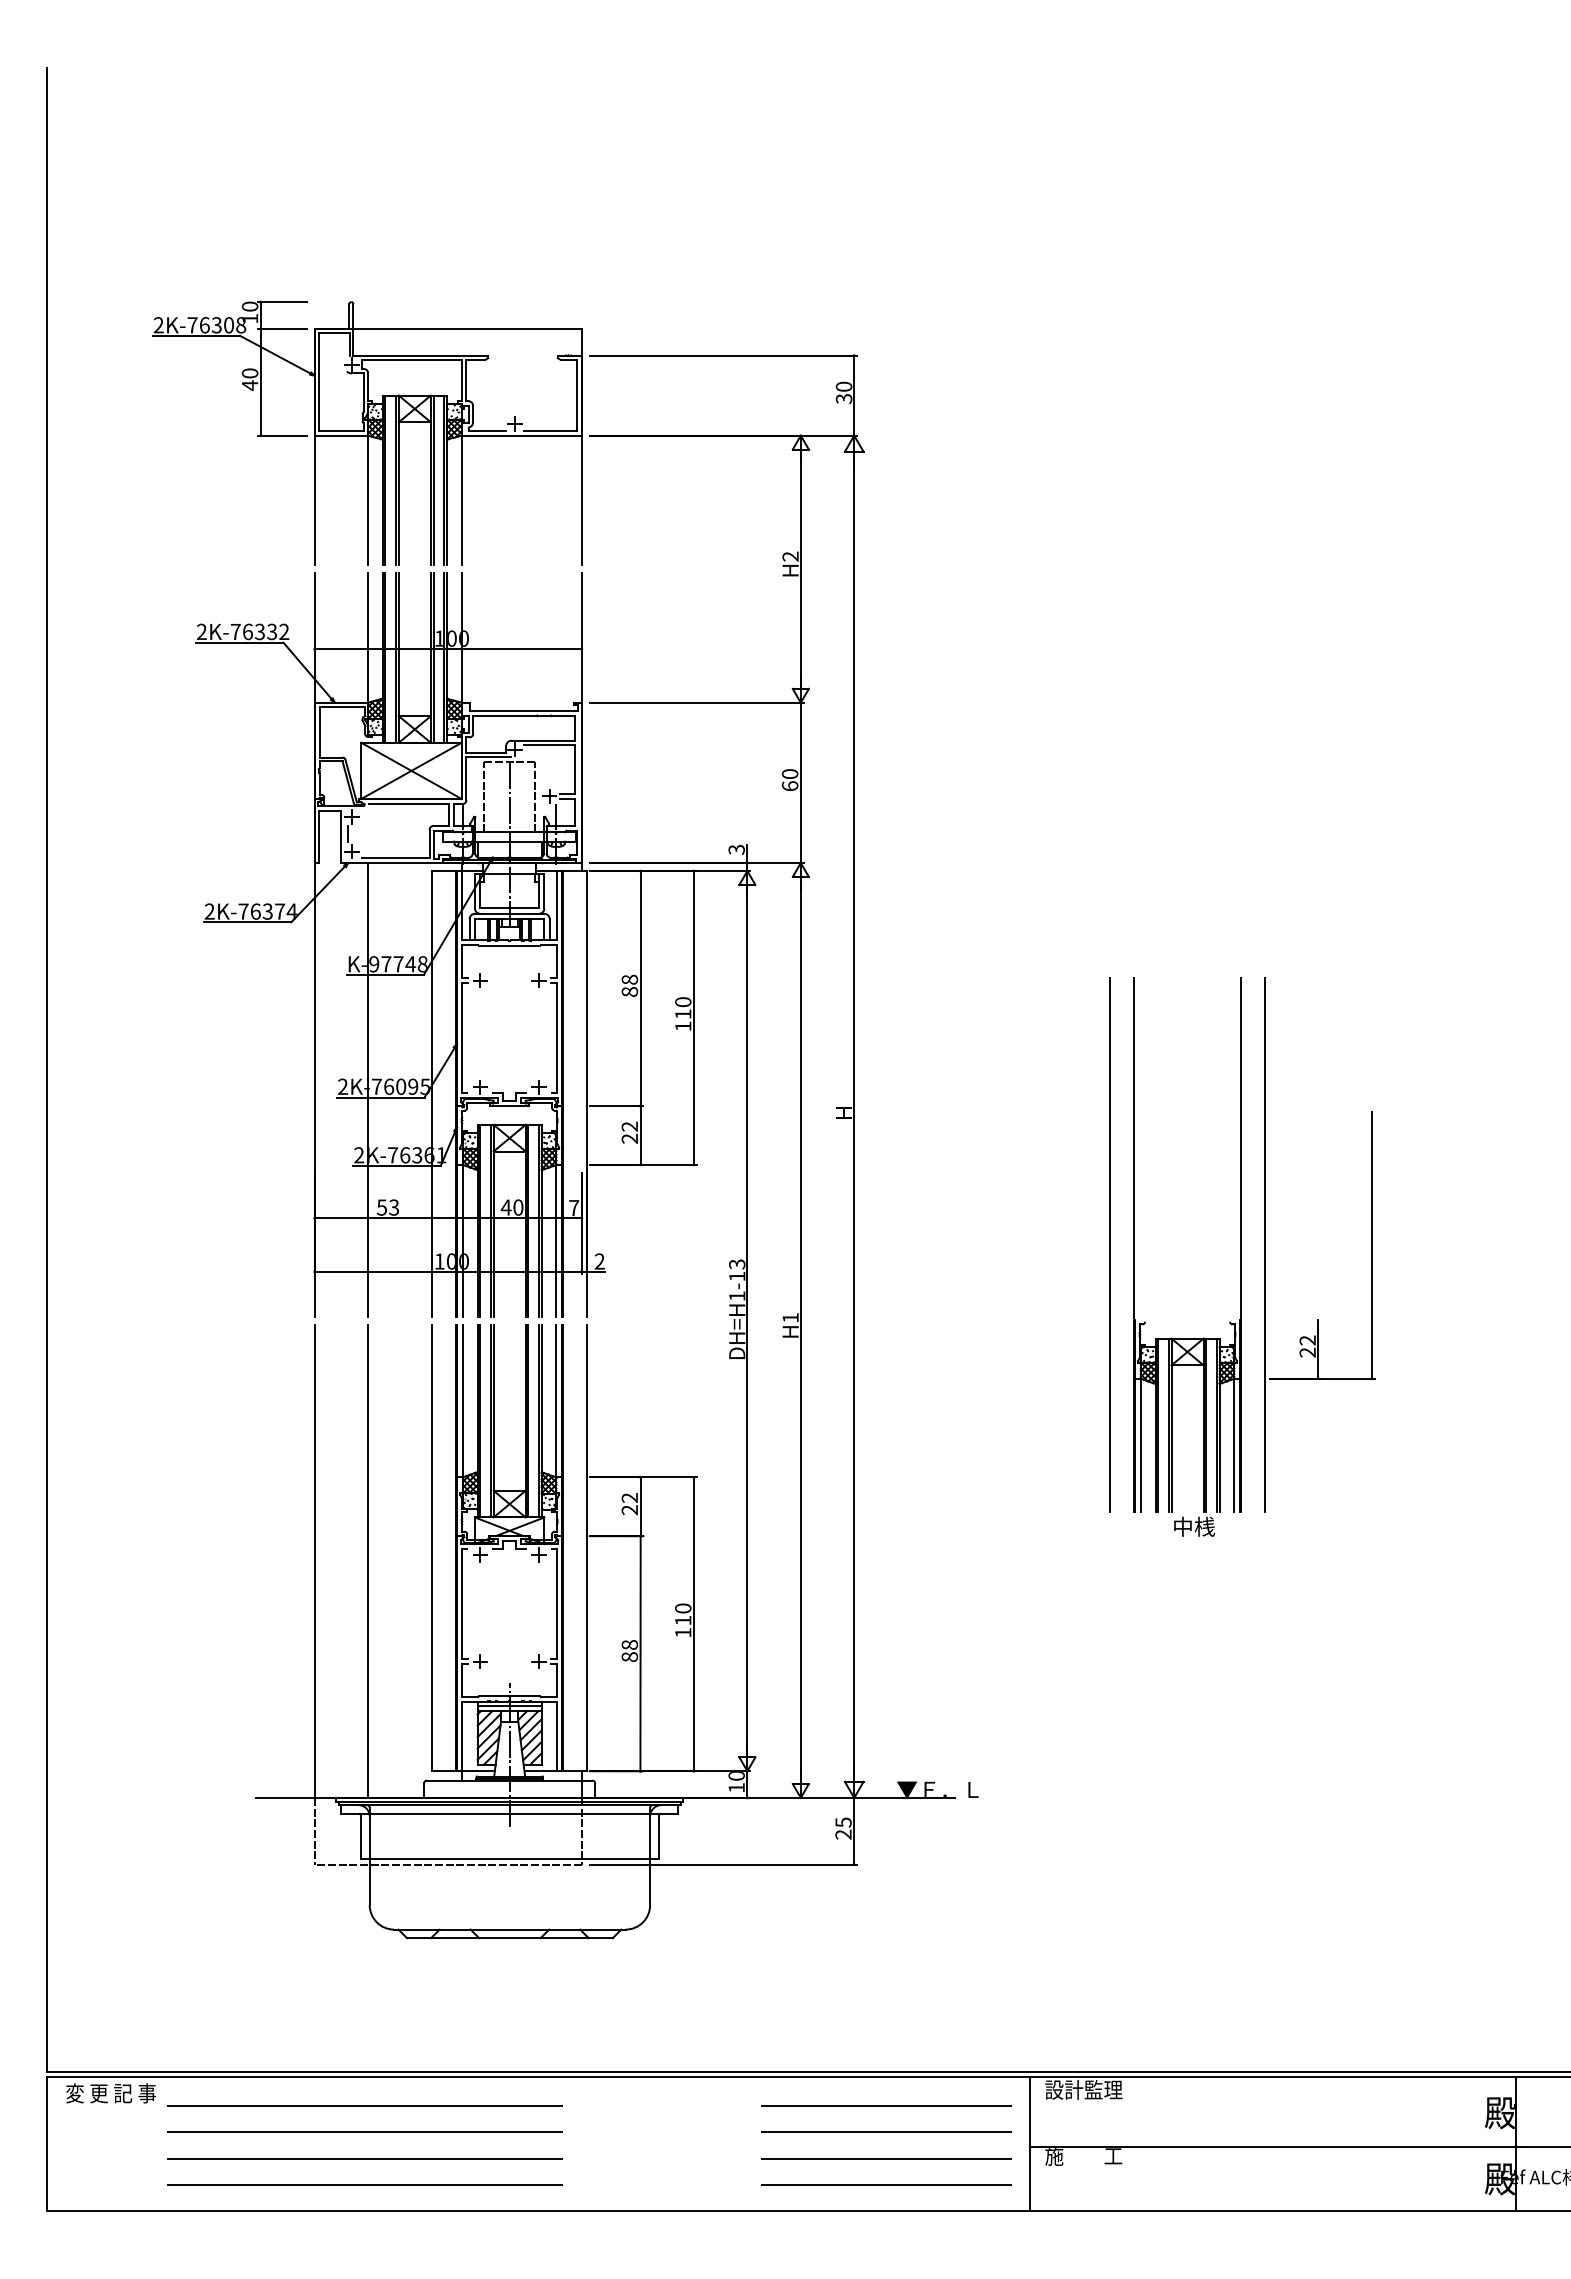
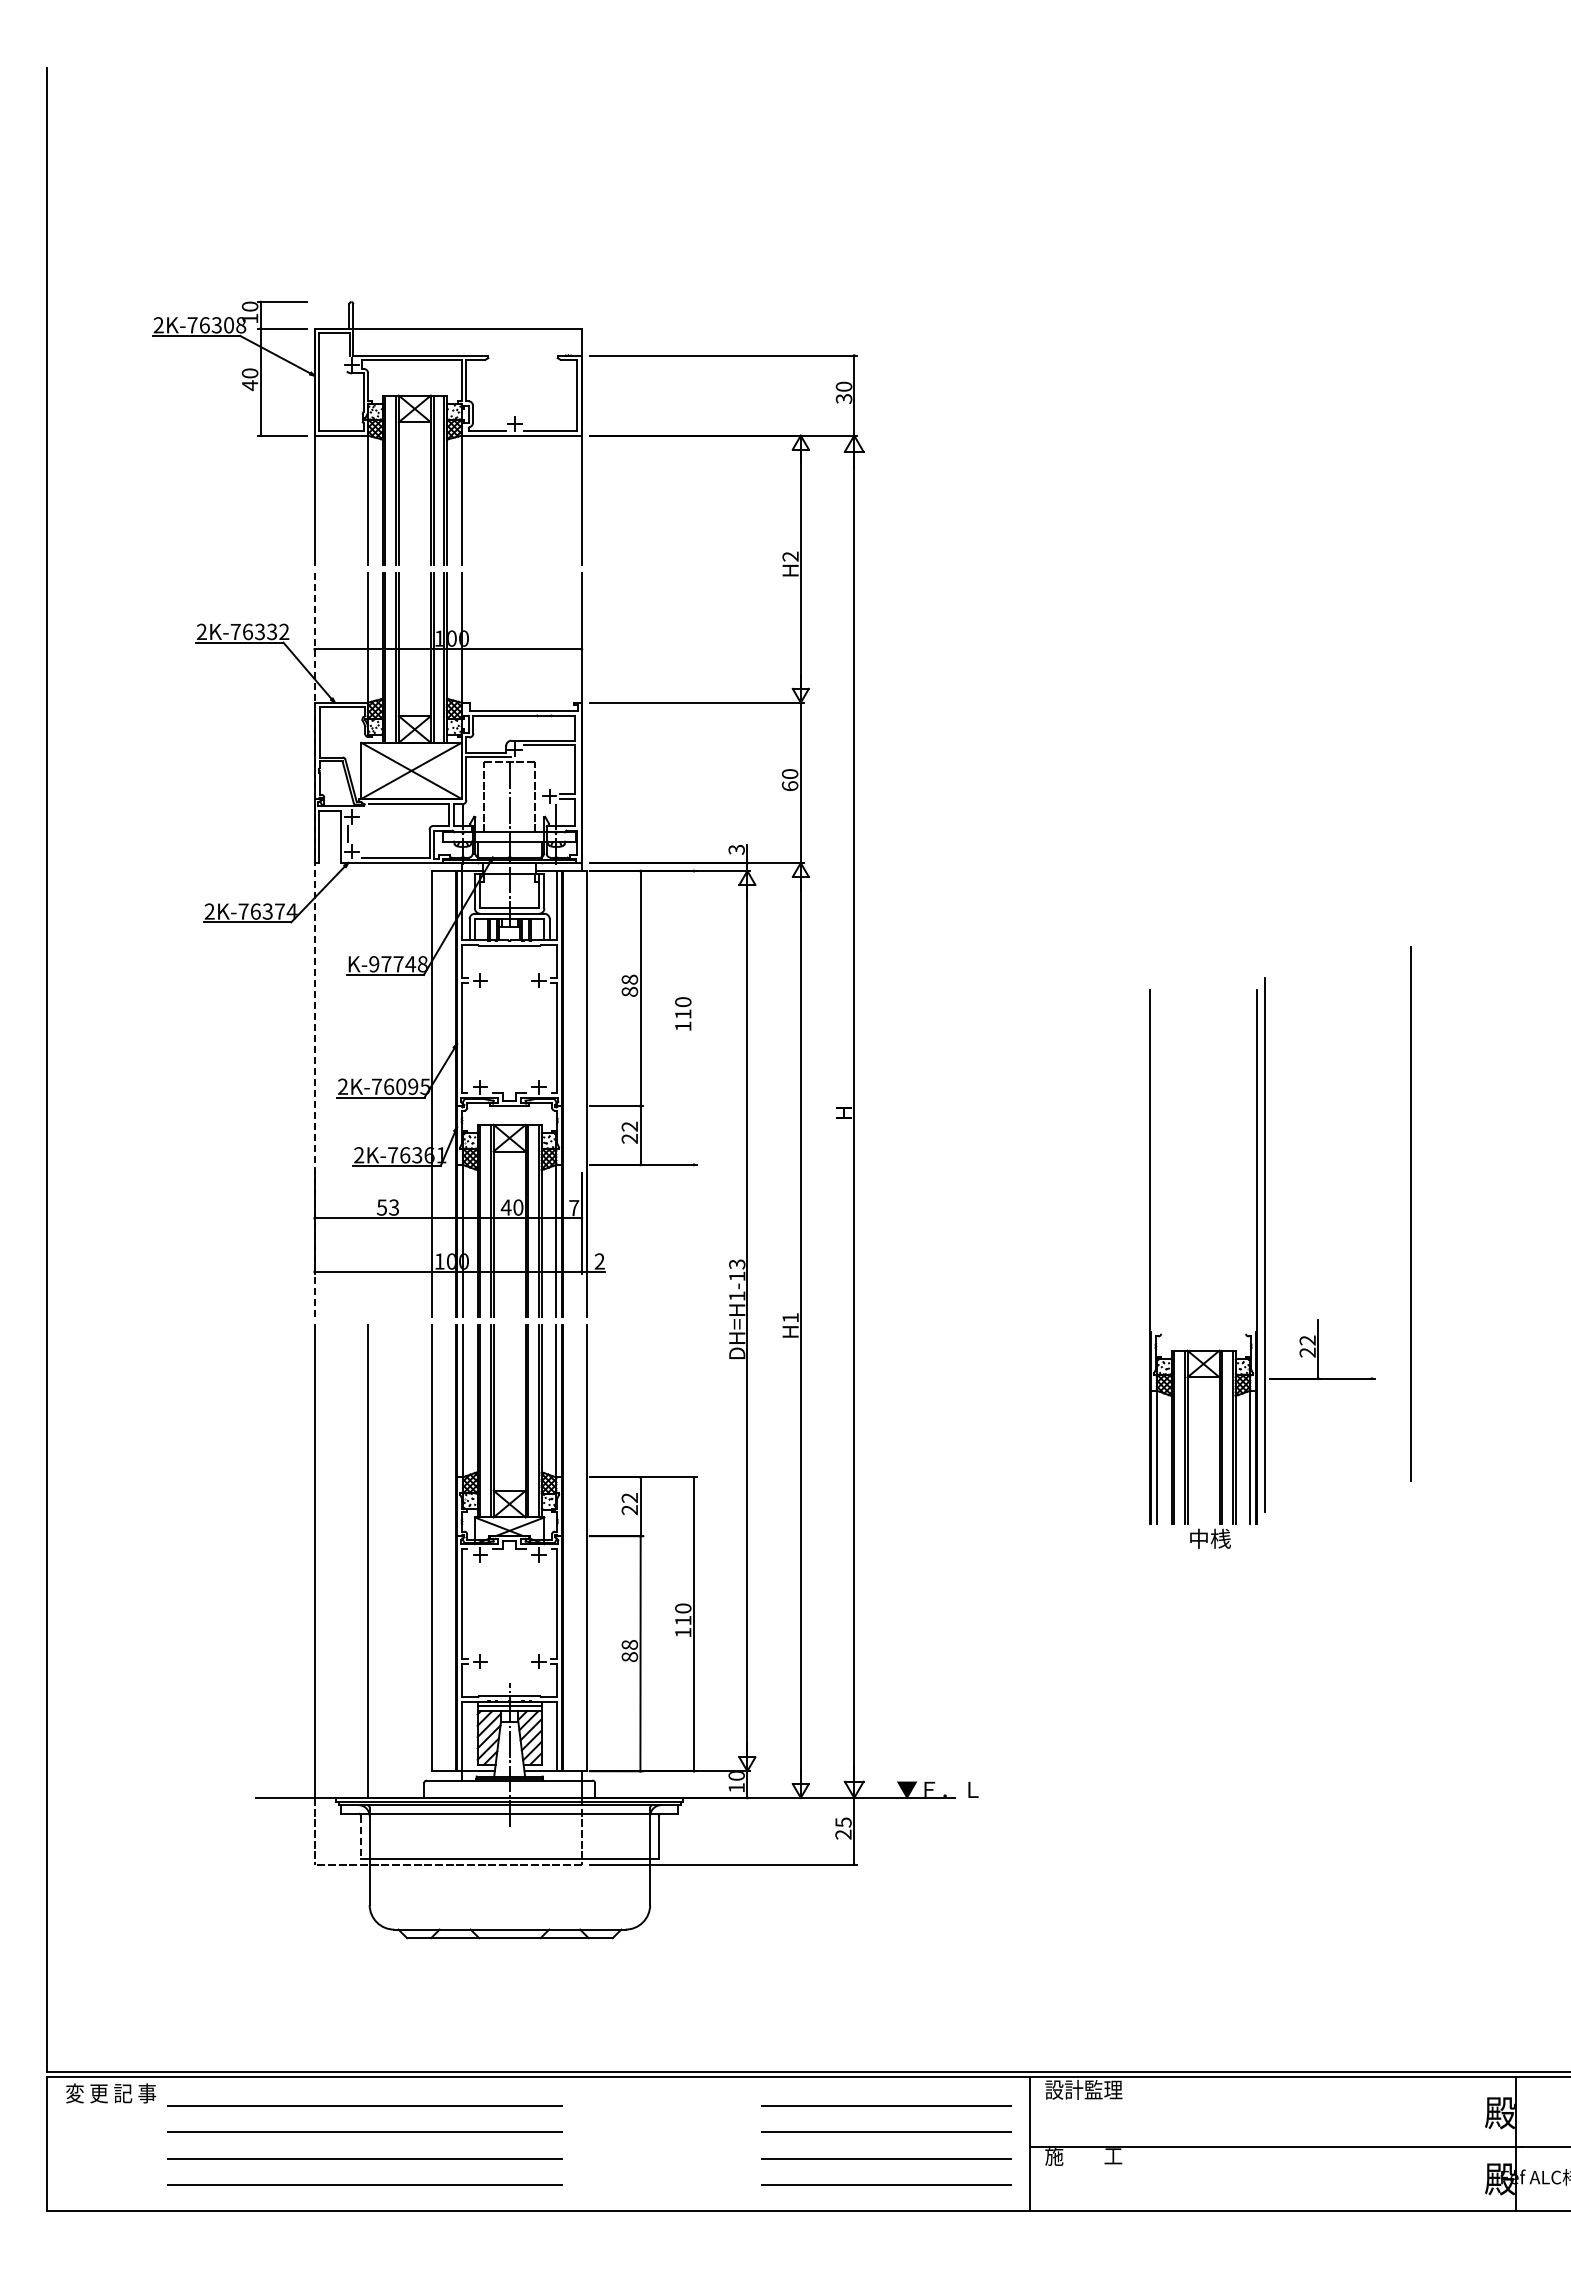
line at (314, 945): solid -> dashed
line at (693, 1017): present -> none
line at (368, 1090): present -> none
line at (1109, 1244) position: (1109, 1244) -> (1410, 1213)
line at (1371, 1244): present -> none
part at (1134, 1256) position: (1134, 1256) -> (1150, 1268)
line at (361, 1837): solid -> dashed
